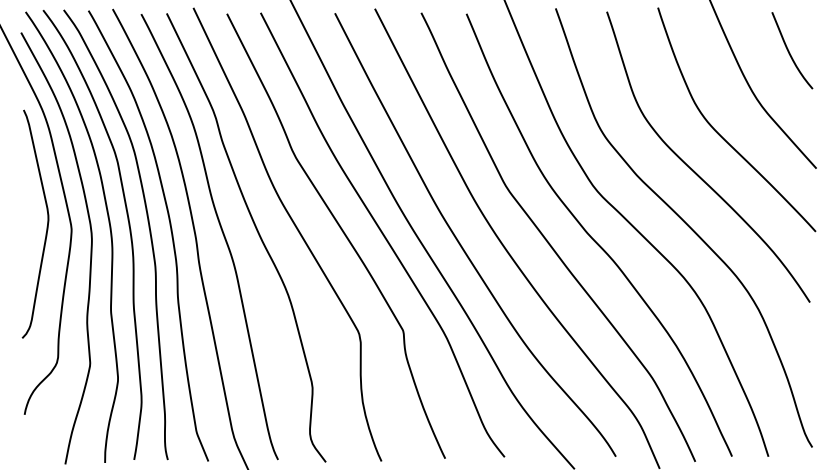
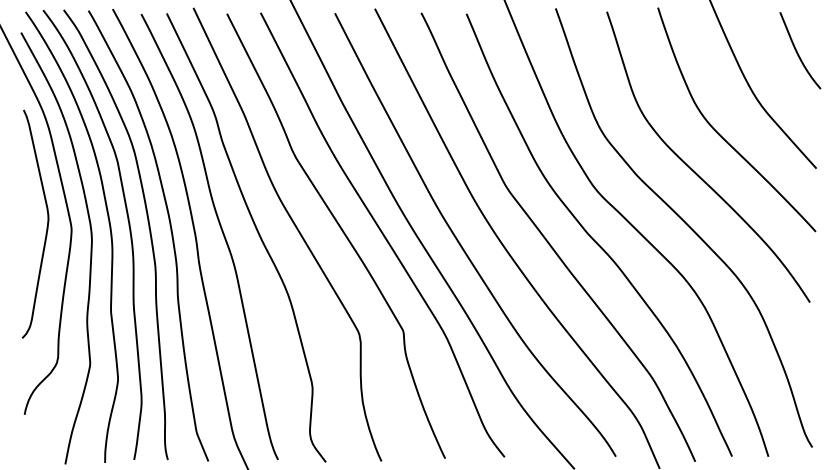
curve at (789, 50) position: (789, 50) -> (797, 50)
